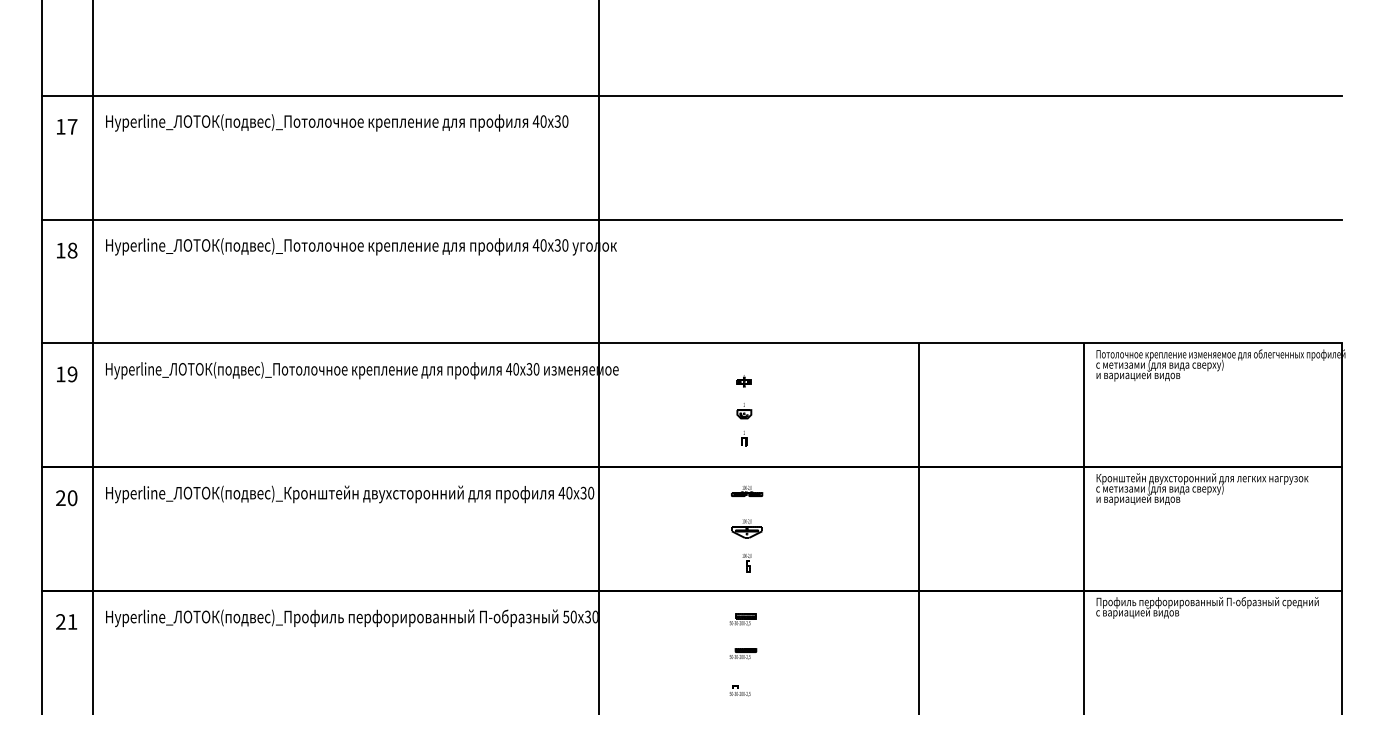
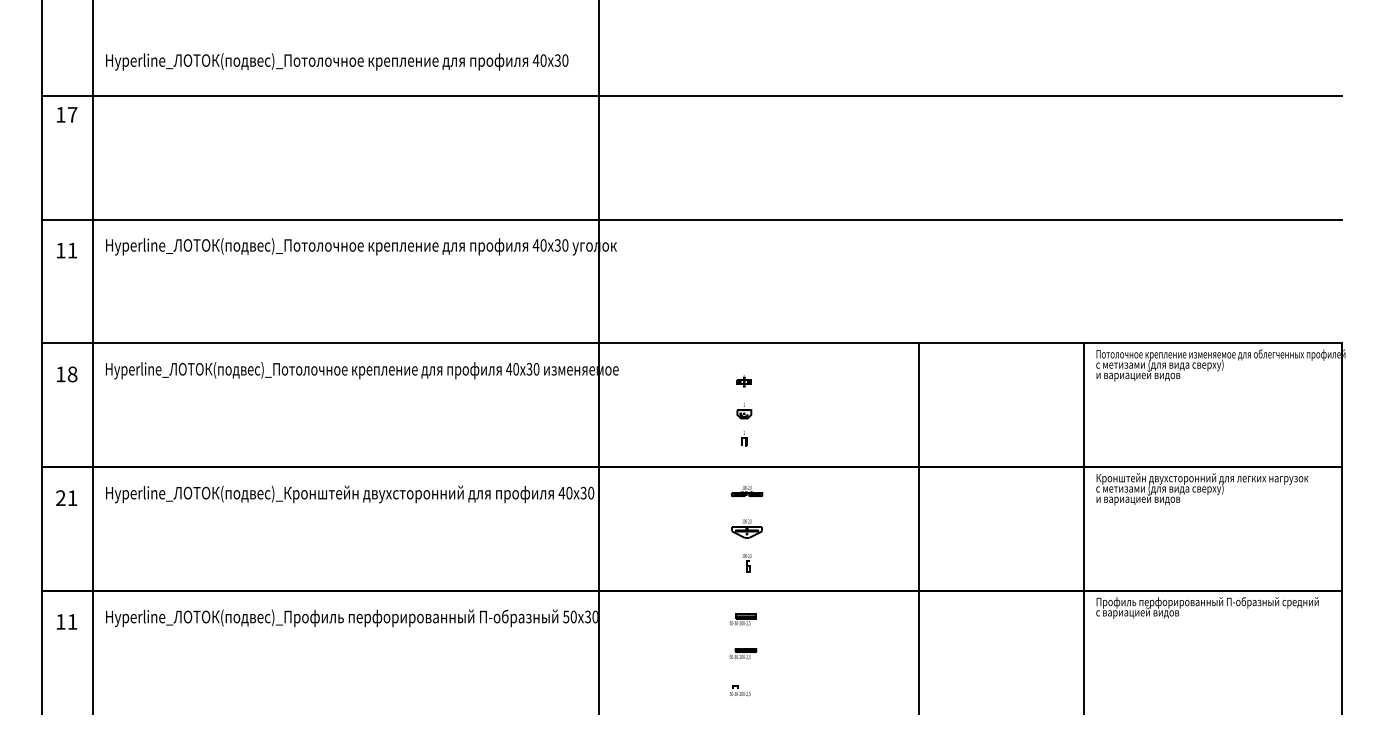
text at (337, 122) position: (337, 122) -> (337, 61)
text at (67, 126) position: (67, 126) -> (67, 114)
text at (72, 250): 18 -> 11
text at (72, 374): 19 -> 18
text at (72, 498): 20 -> 21
text at (60, 621): 21 -> 11
